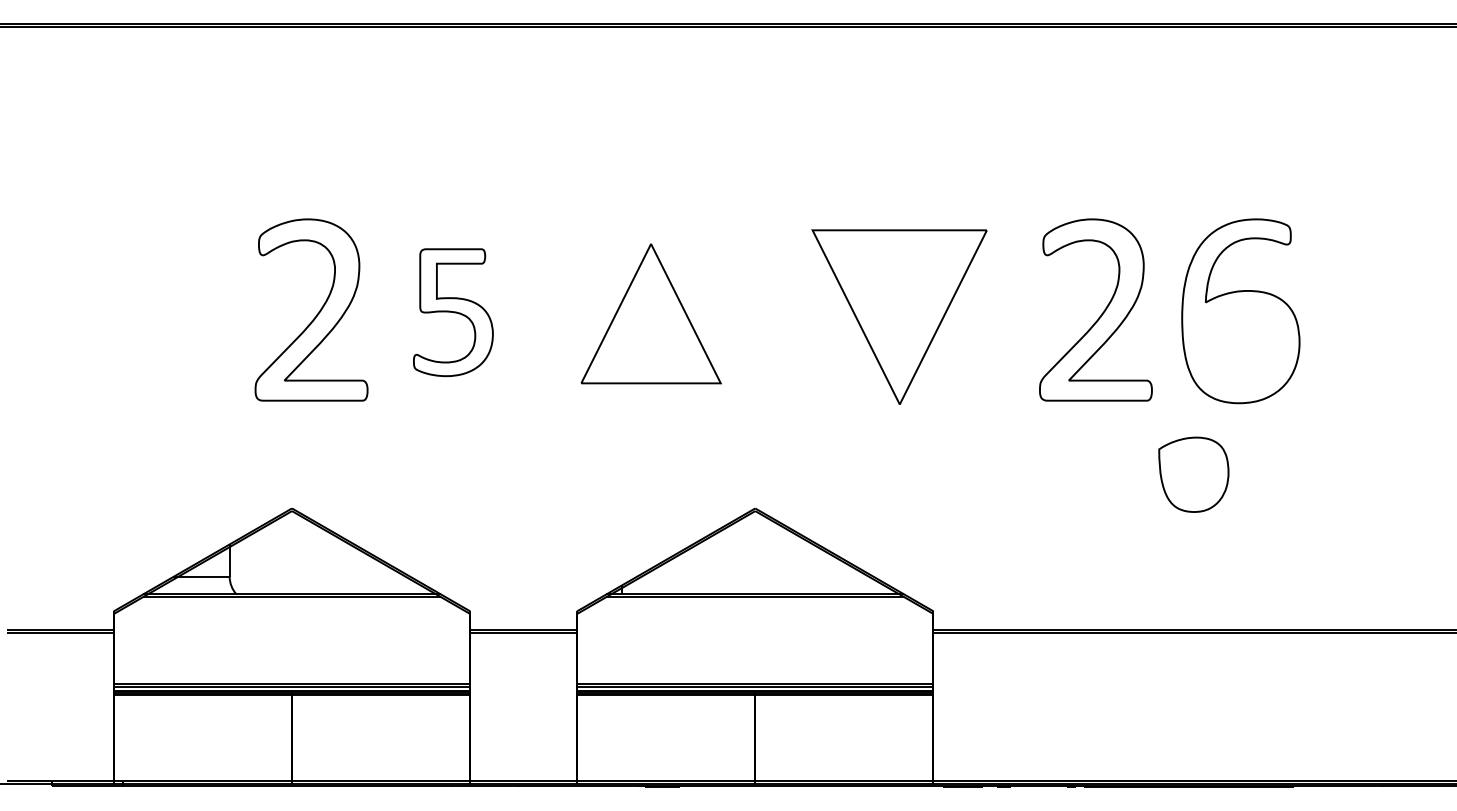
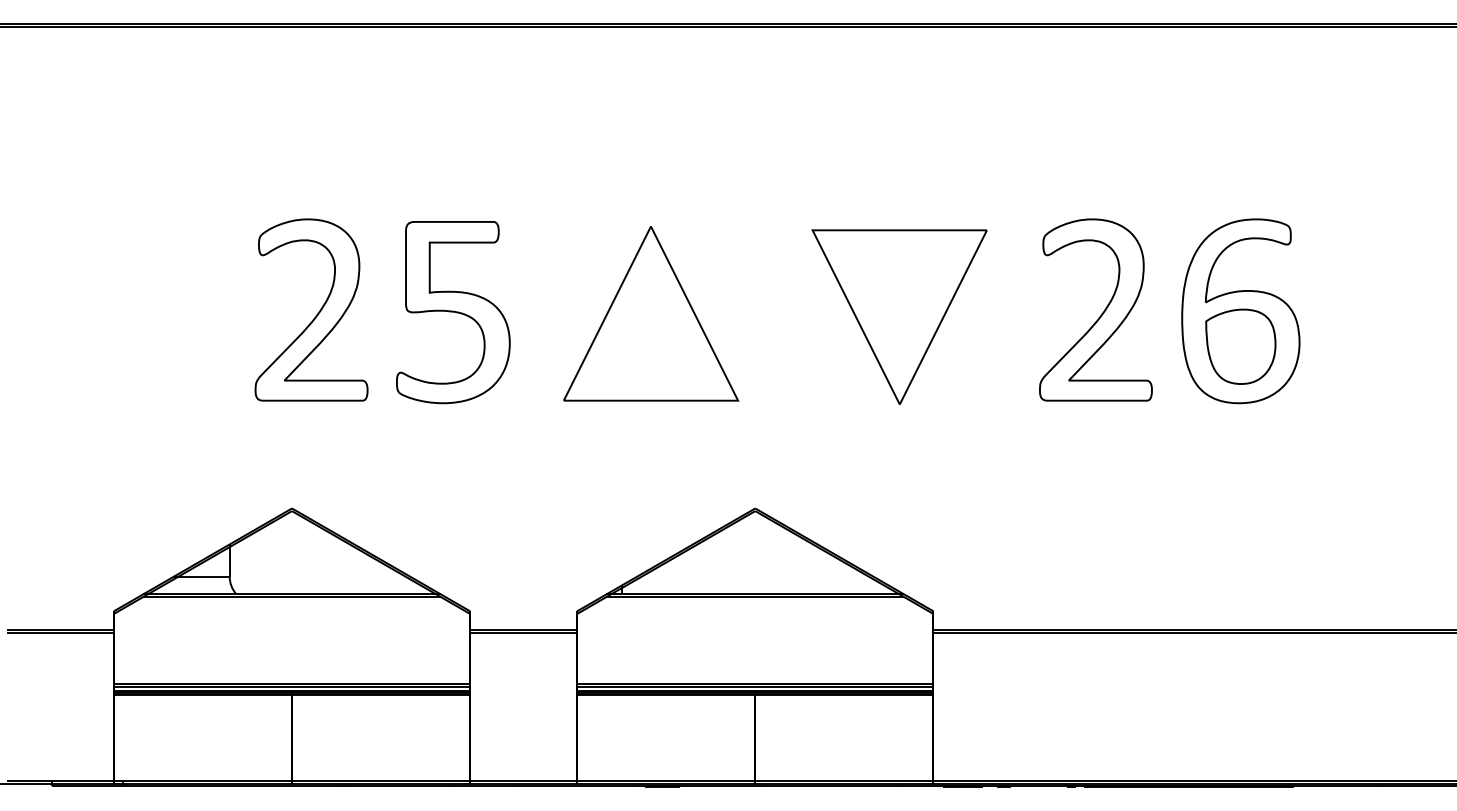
part at (453, 312) size: 81x130 px -> 115x184 px
part at (650, 313) size: 142x142 px -> 177x176 px
part at (1193, 474) position: (1193, 474) -> (1240, 346)
